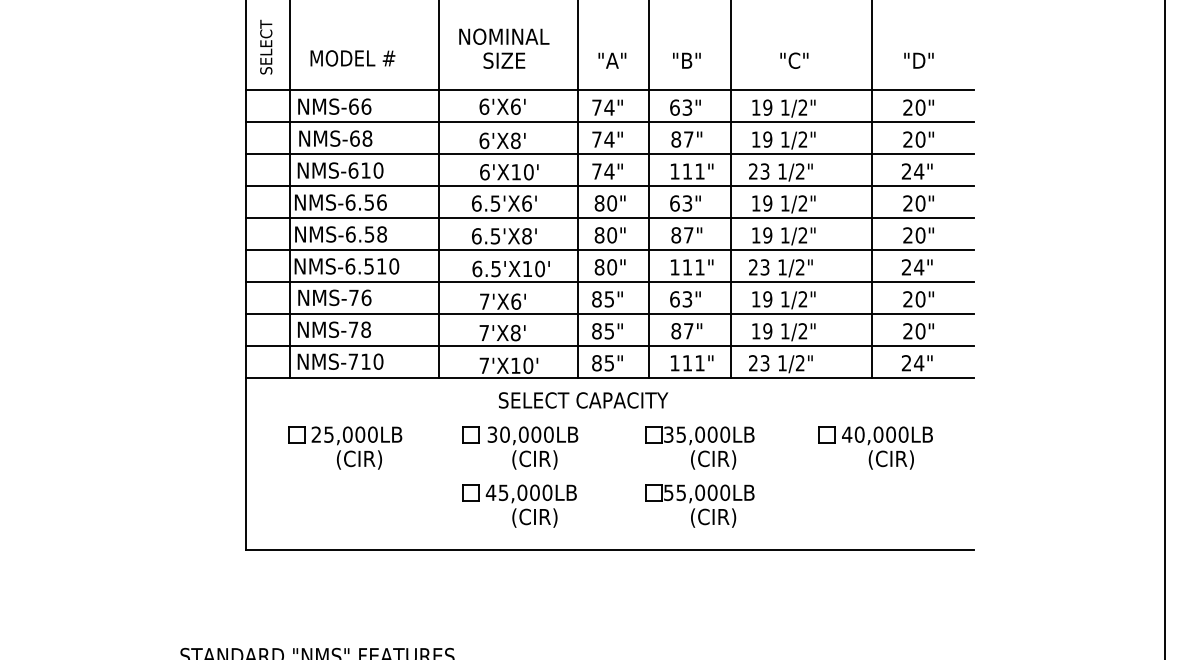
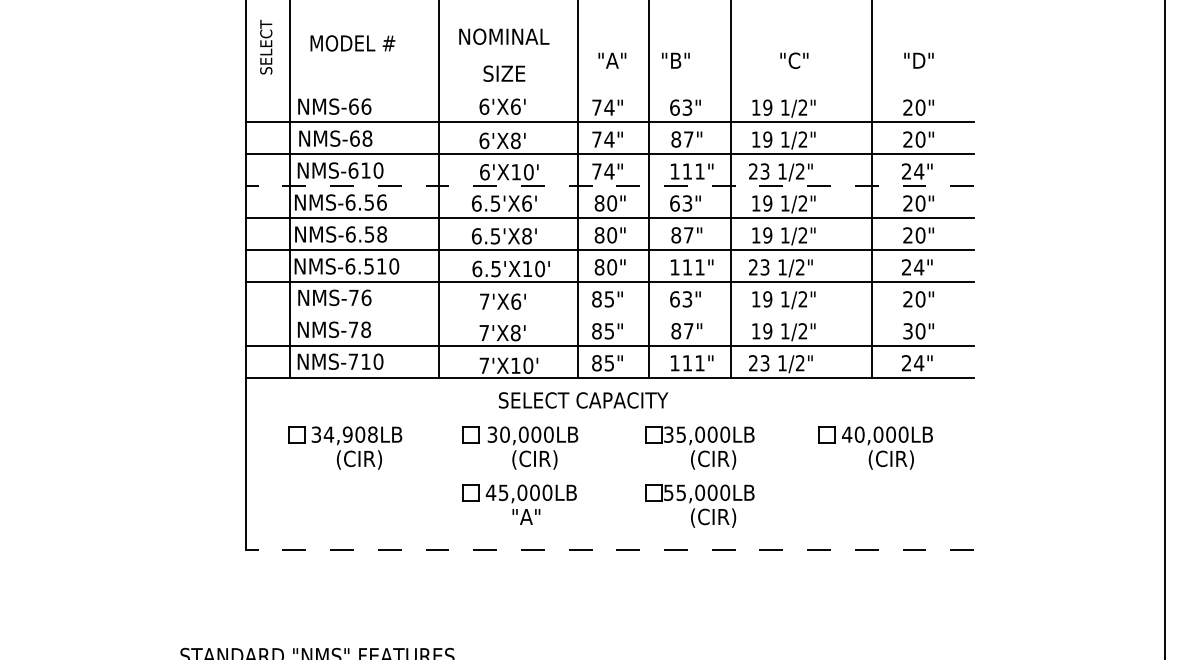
text at (352, 58) position: (352, 58) -> (352, 43)
text at (504, 60) position: (504, 60) -> (504, 73)
text at (686, 60) position: (686, 60) -> (675, 60)
line at (610, 90): present -> none
line at (610, 185): solid -> dashed
line at (610, 313): present -> none
text at (907, 331): 20" -> 30"
text at (344, 434): 25,000LB -> 34,908LB
text at (534, 517): (CIR) -> "A"
line at (610, 550): solid -> dashed
